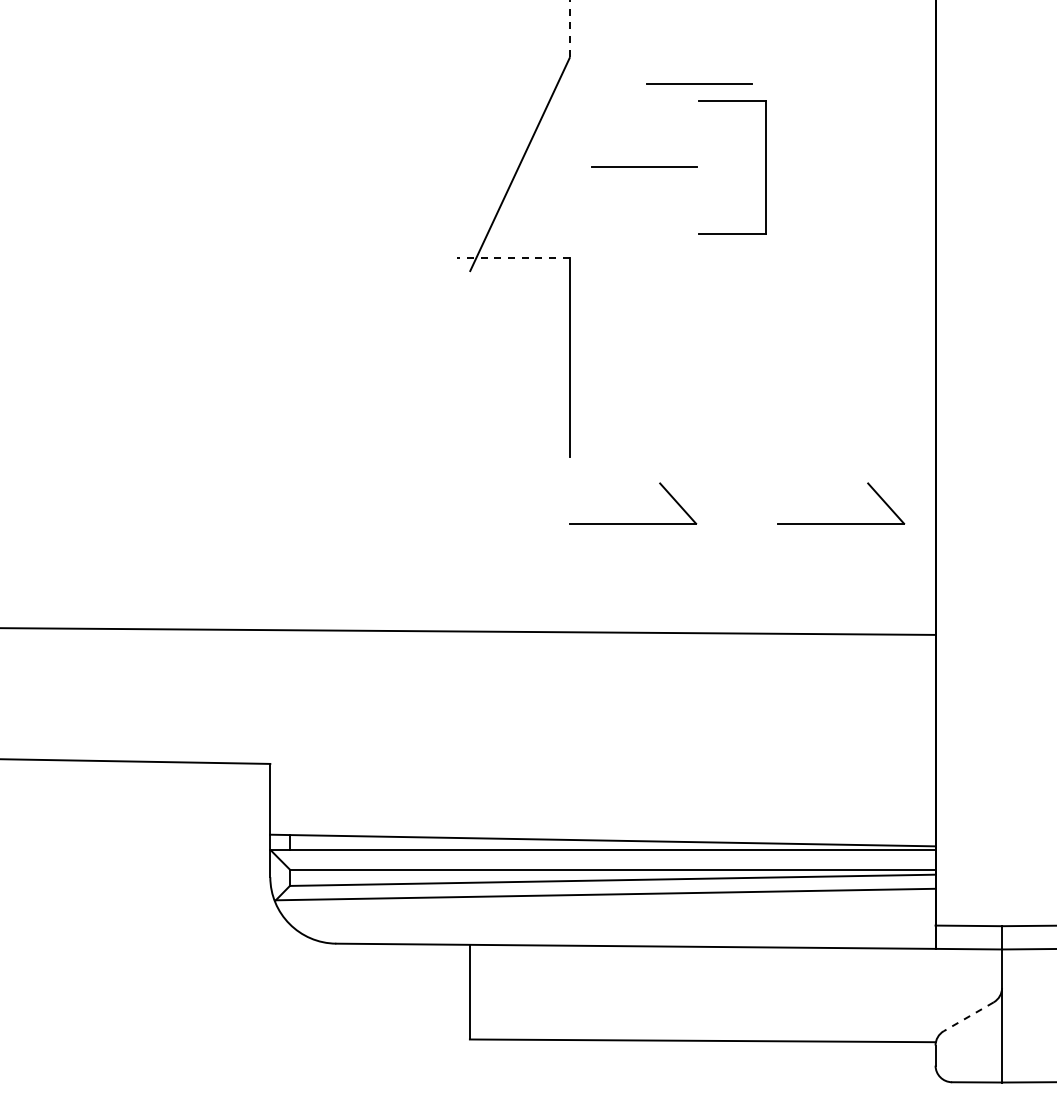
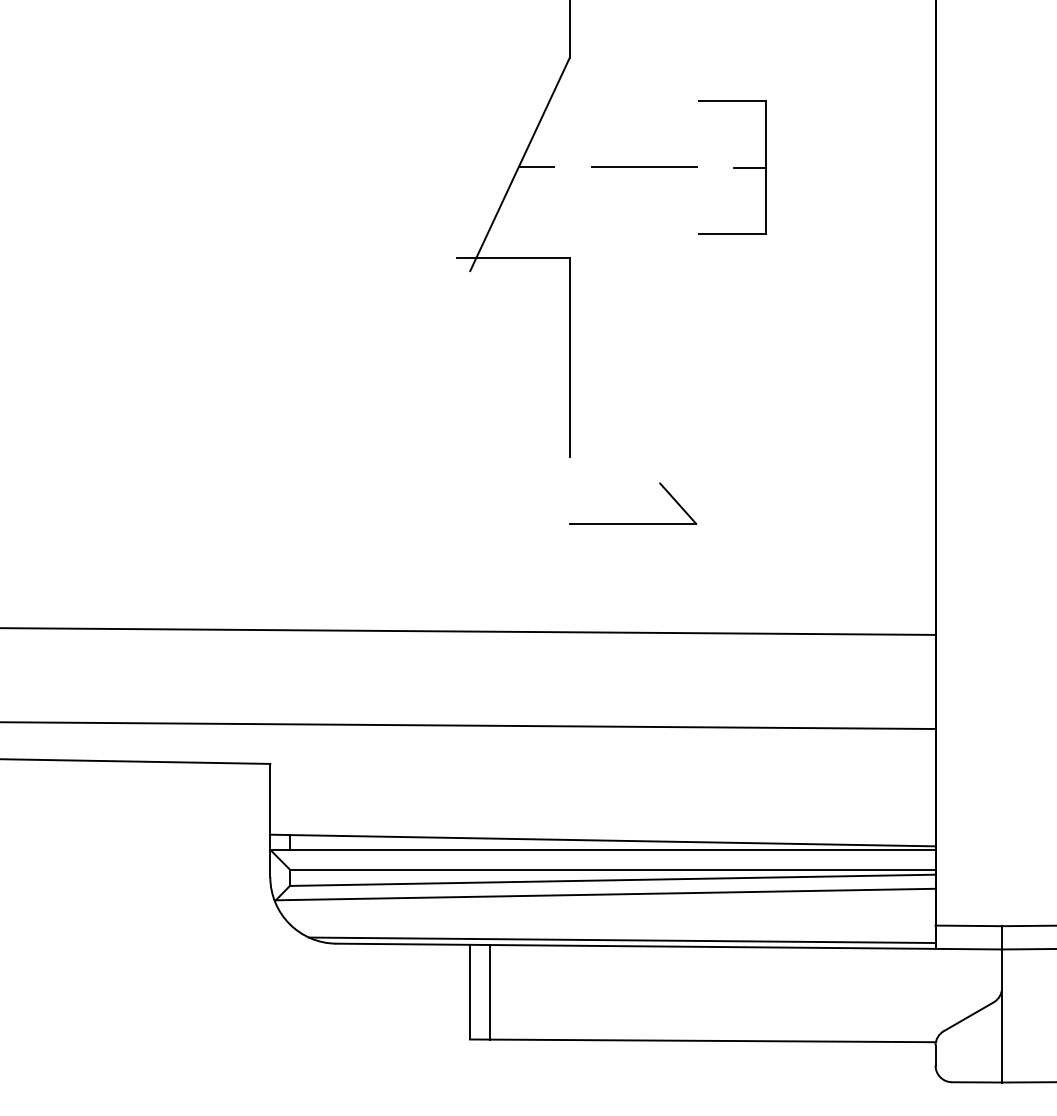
line at (569, 29): dashed -> solid
line at (699, 83): present -> none
line at (535, 167): none -> present
line at (749, 167): none -> present
line at (513, 257): dashed -> solid
part at (841, 523): present -> none
line at (468, 725): none -> present
line at (622, 940): none -> present
line at (489, 992): none -> present
line at (968, 1016): dashed -> solid
